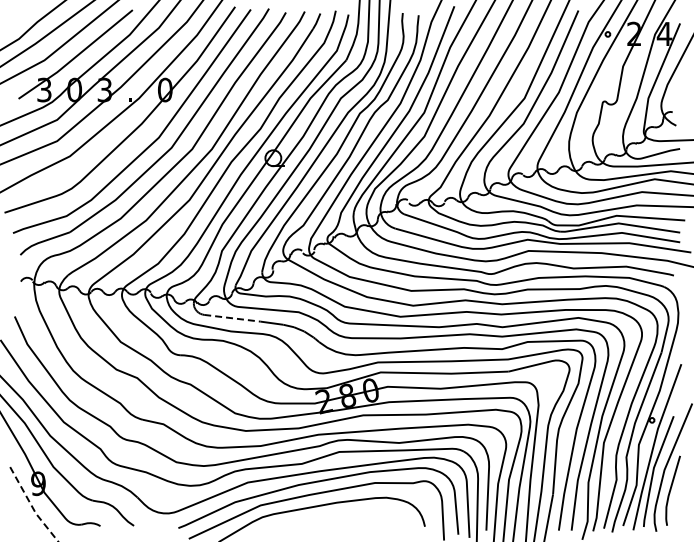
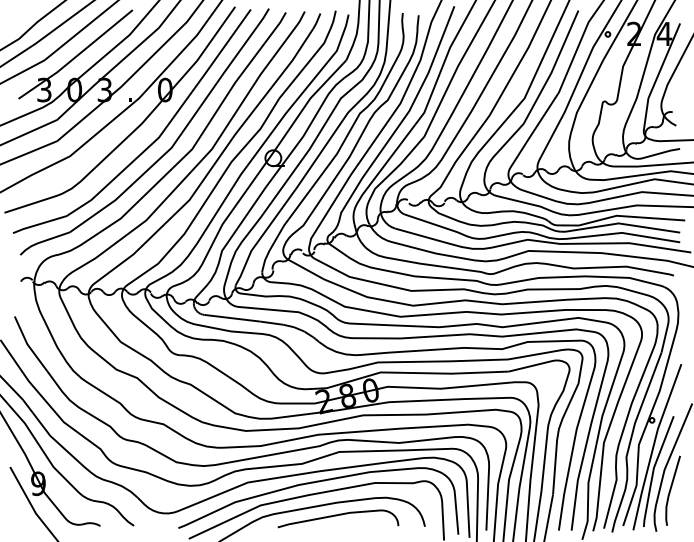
line at (232, 318): dashed -> solid
line at (32, 506): dashed -> solid
curve at (337, 516): none -> present
